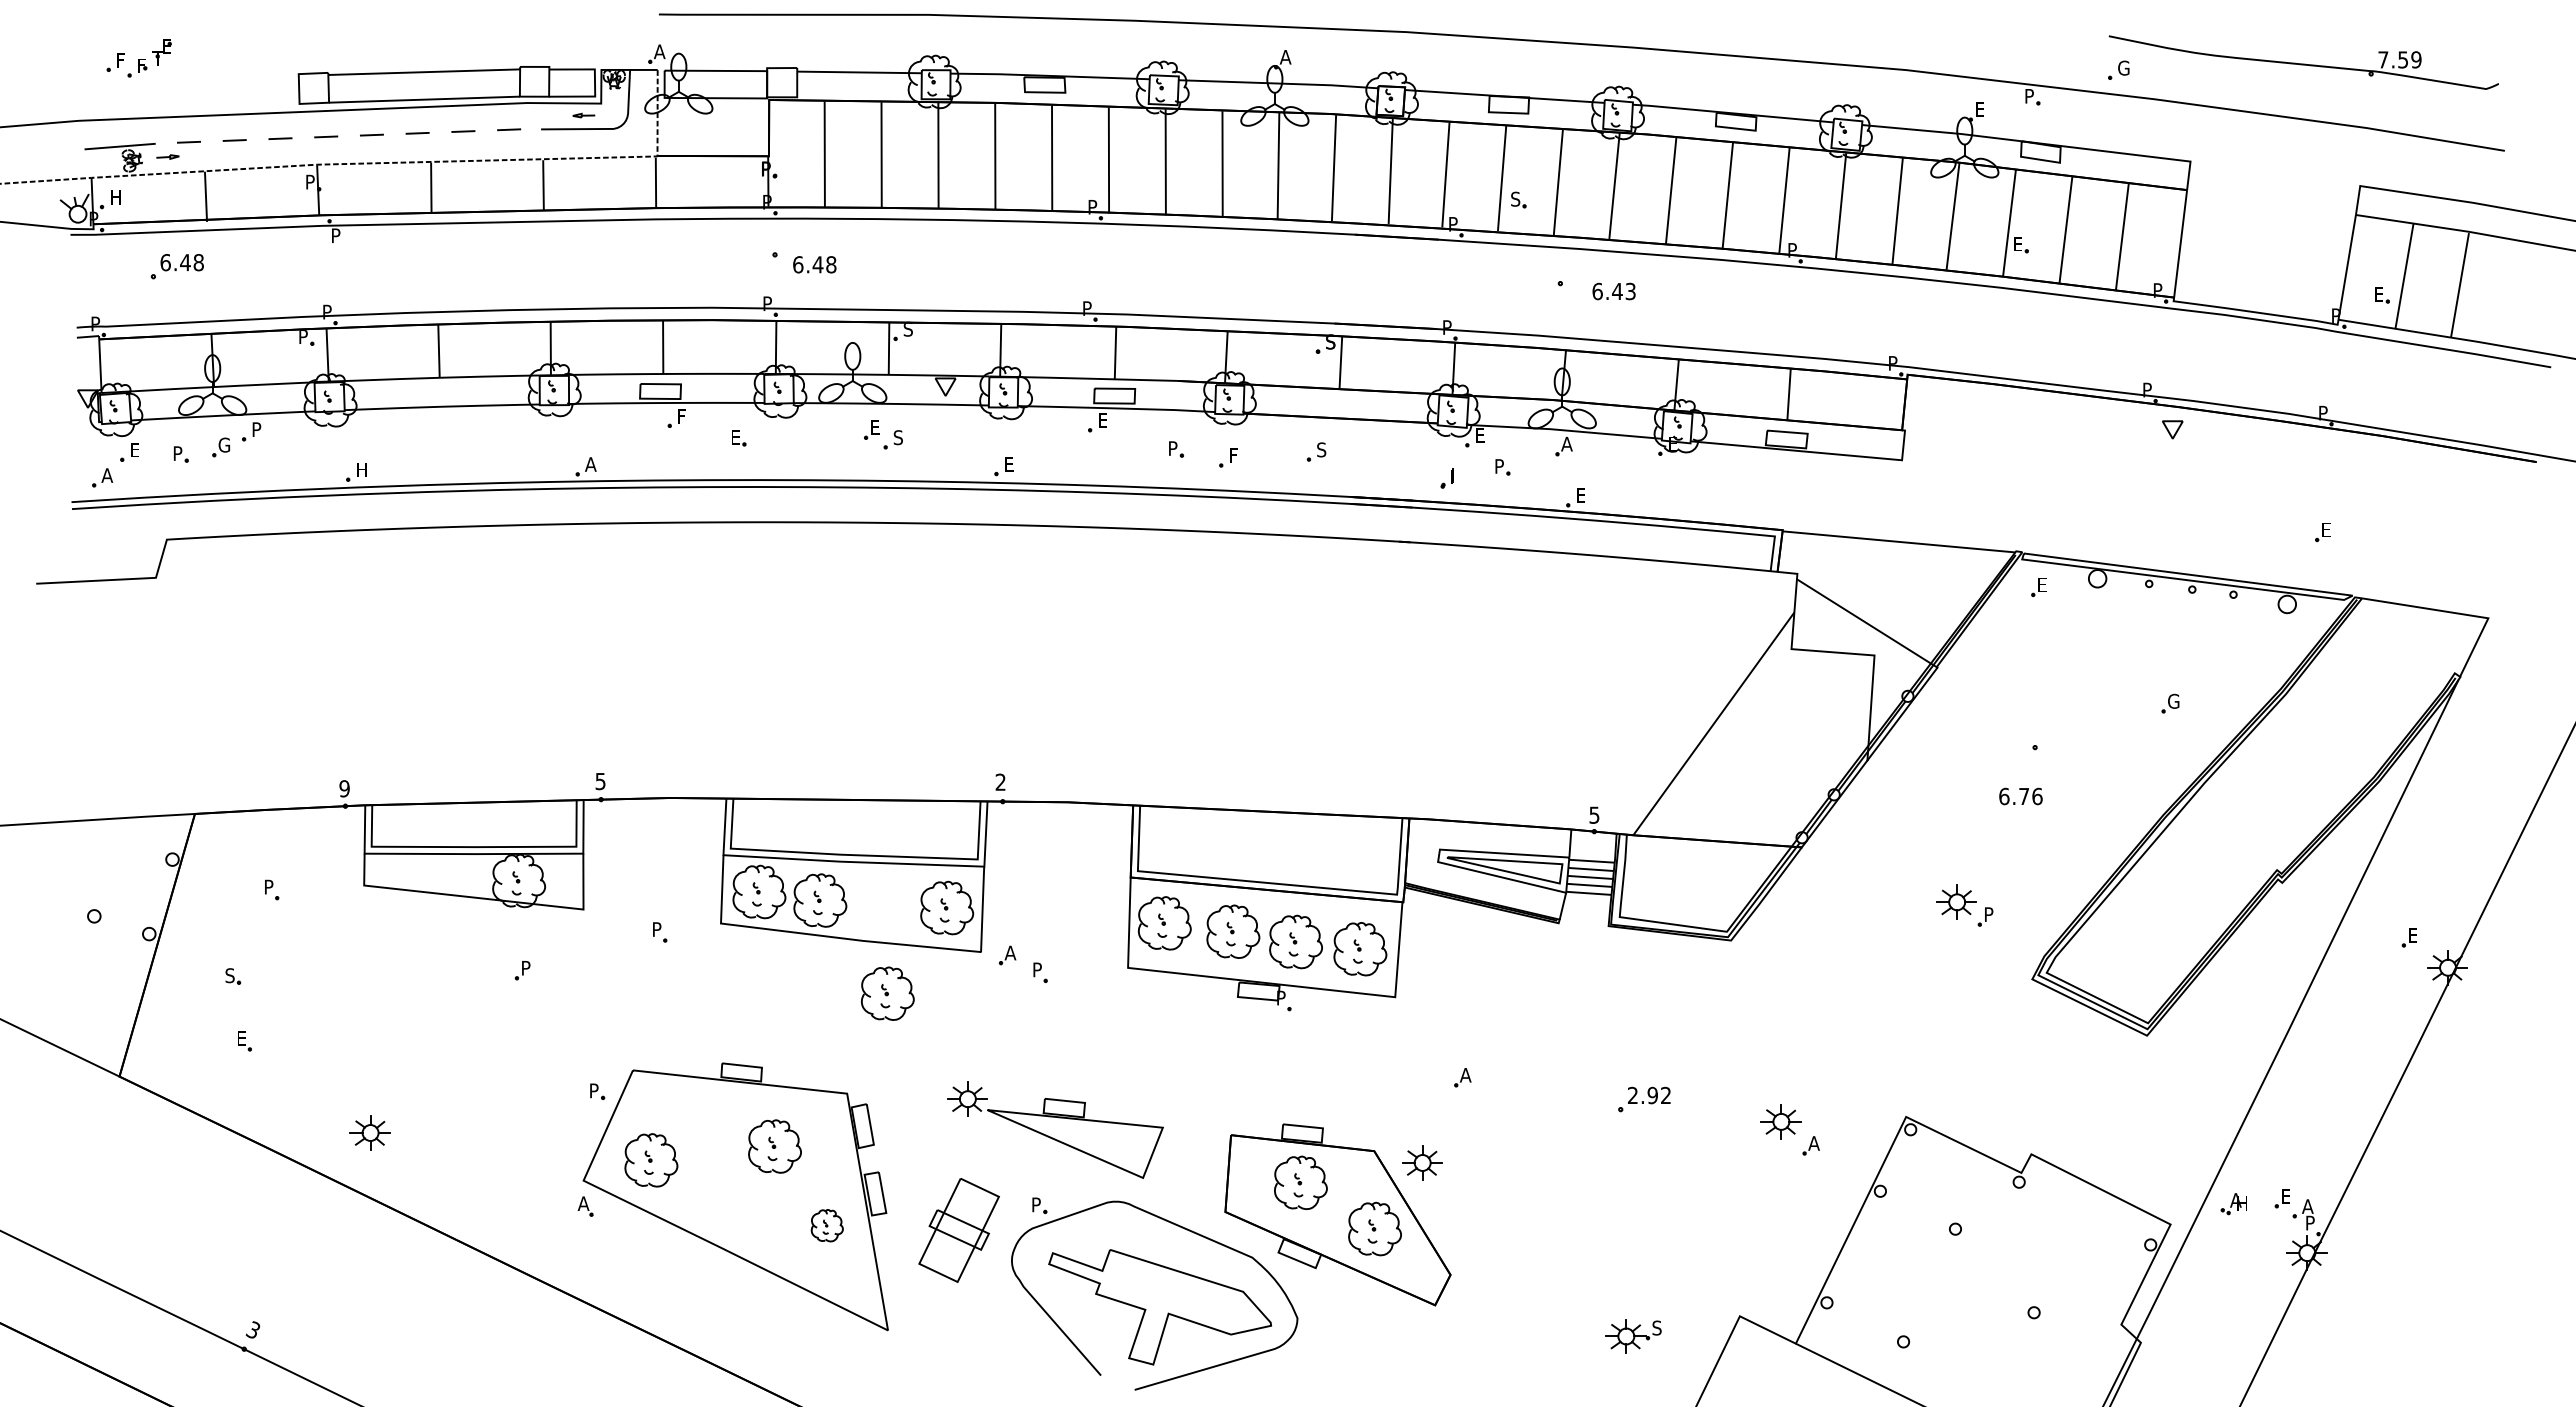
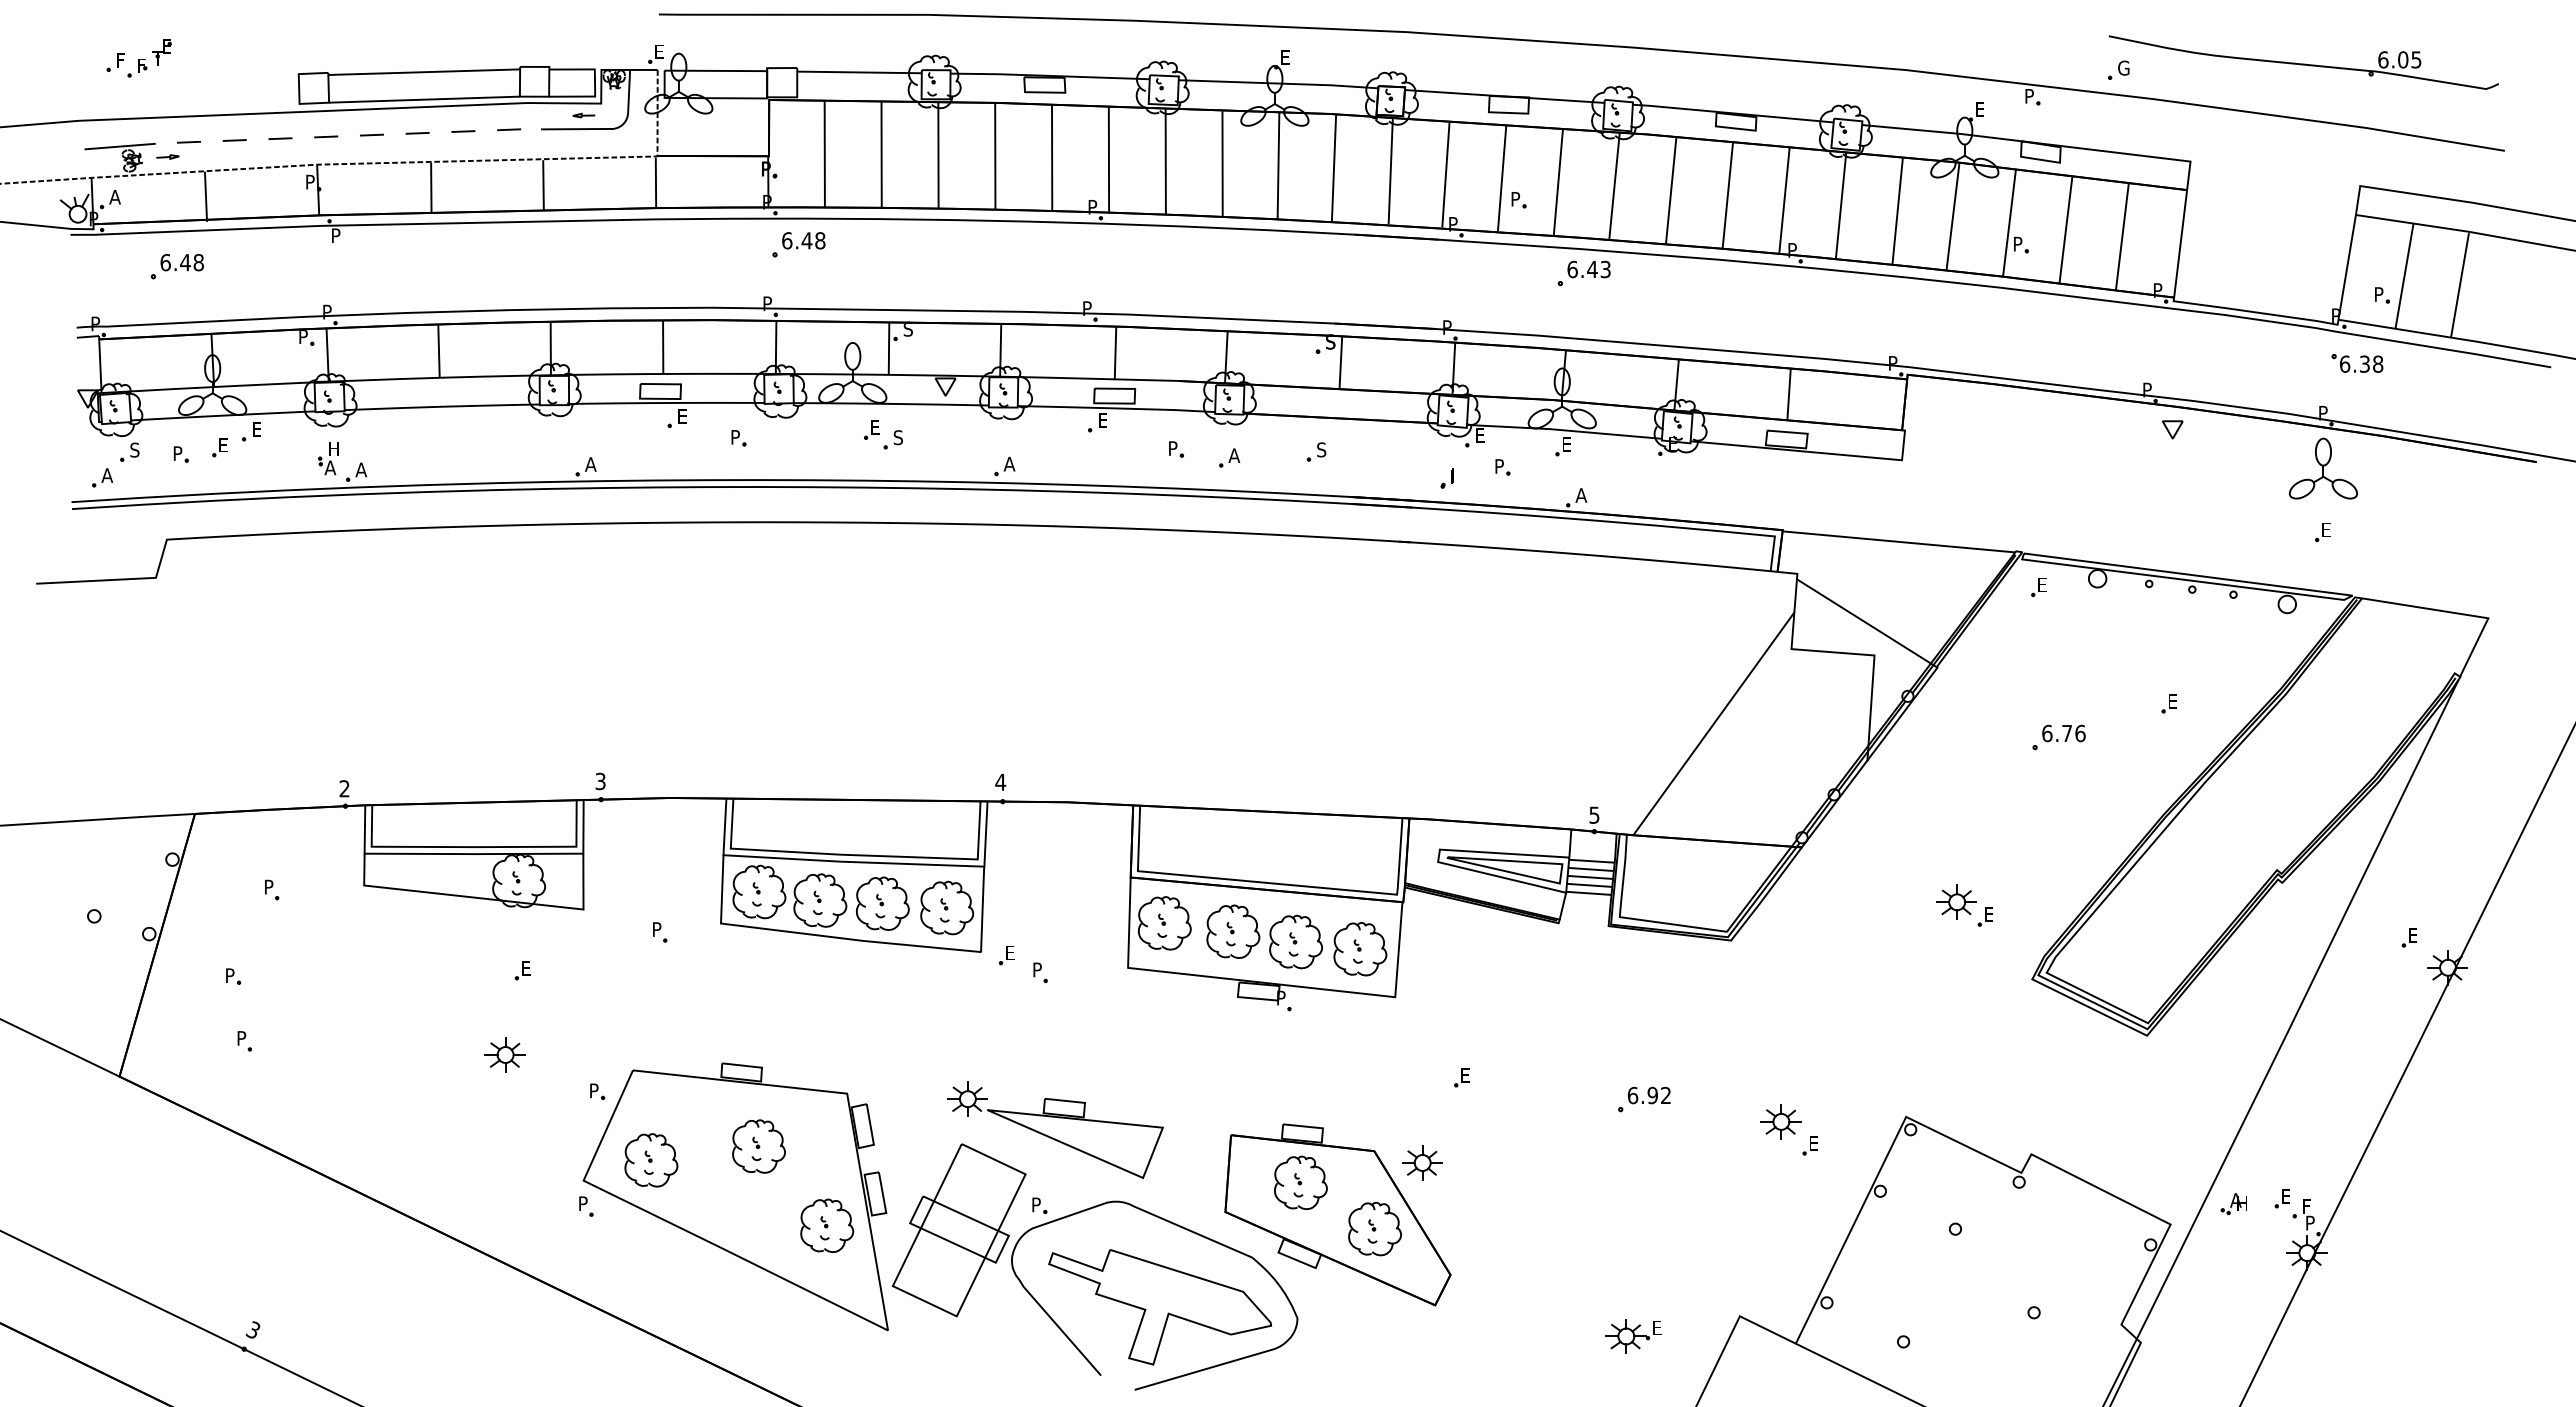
text at (659, 51): A -> E
text at (1285, 57): A -> E
text at (2399, 59): 7.59 -> 6.05
text at (114, 197): H -> A
text at (1515, 198): S -> P
text at (2018, 243): E -> P
text at (814, 264) position: (814, 264) -> (803, 240)
text at (1613, 291) position: (1613, 291) -> (1588, 269)
text at (2379, 294): E -> P
part at (2357, 363): none -> present
text at (683, 416): F -> E
text at (256, 429): P -> E
text at (735, 437): E -> P
text at (1566, 443): A -> E
text at (224, 444): G -> E
text at (134, 449): E -> S
text at (1234, 455): F -> A
part at (328, 458): none -> present
text at (1009, 463): E -> A
part at (2322, 468): none -> present
text at (360, 469): H -> A
text at (1581, 495): E -> A
text at (2173, 700): G -> E
text at (600, 780): 5 -> 3
text at (1000, 781): 2 -> 4
text at (344, 788): 9 -> 2
text at (2020, 796) position: (2020, 796) -> (2063, 733)
text at (1989, 914): P -> E
text at (1010, 952): A -> E
text at (526, 968): P -> E
text at (229, 975): S -> P
part at (887, 993) position: (887, 993) -> (882, 903)
text at (241, 1038): E -> P
text at (1465, 1075): A -> E
text at (1632, 1095): 2.92 -> 6.92
part at (369, 1132) position: (369, 1132) -> (504, 1054)
text at (1813, 1143): A -> E
part at (774, 1146) position: (774, 1146) -> (758, 1146)
text at (583, 1203): A -> P
text at (2307, 1206): A -> F
part at (826, 1225) size: 34x34 px -> 55x55 px
part at (958, 1230) size: 82x105 px -> 136x175 px
text at (1656, 1327): S -> E
